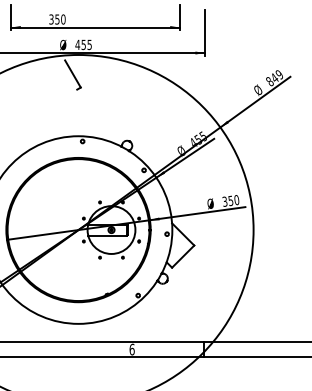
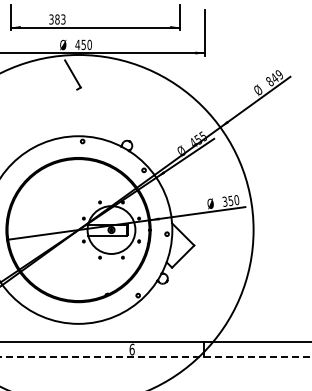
text at (60, 19): 350 -> 383
text at (89, 44): 455 -> 450
line at (155, 356): solid -> dashed
